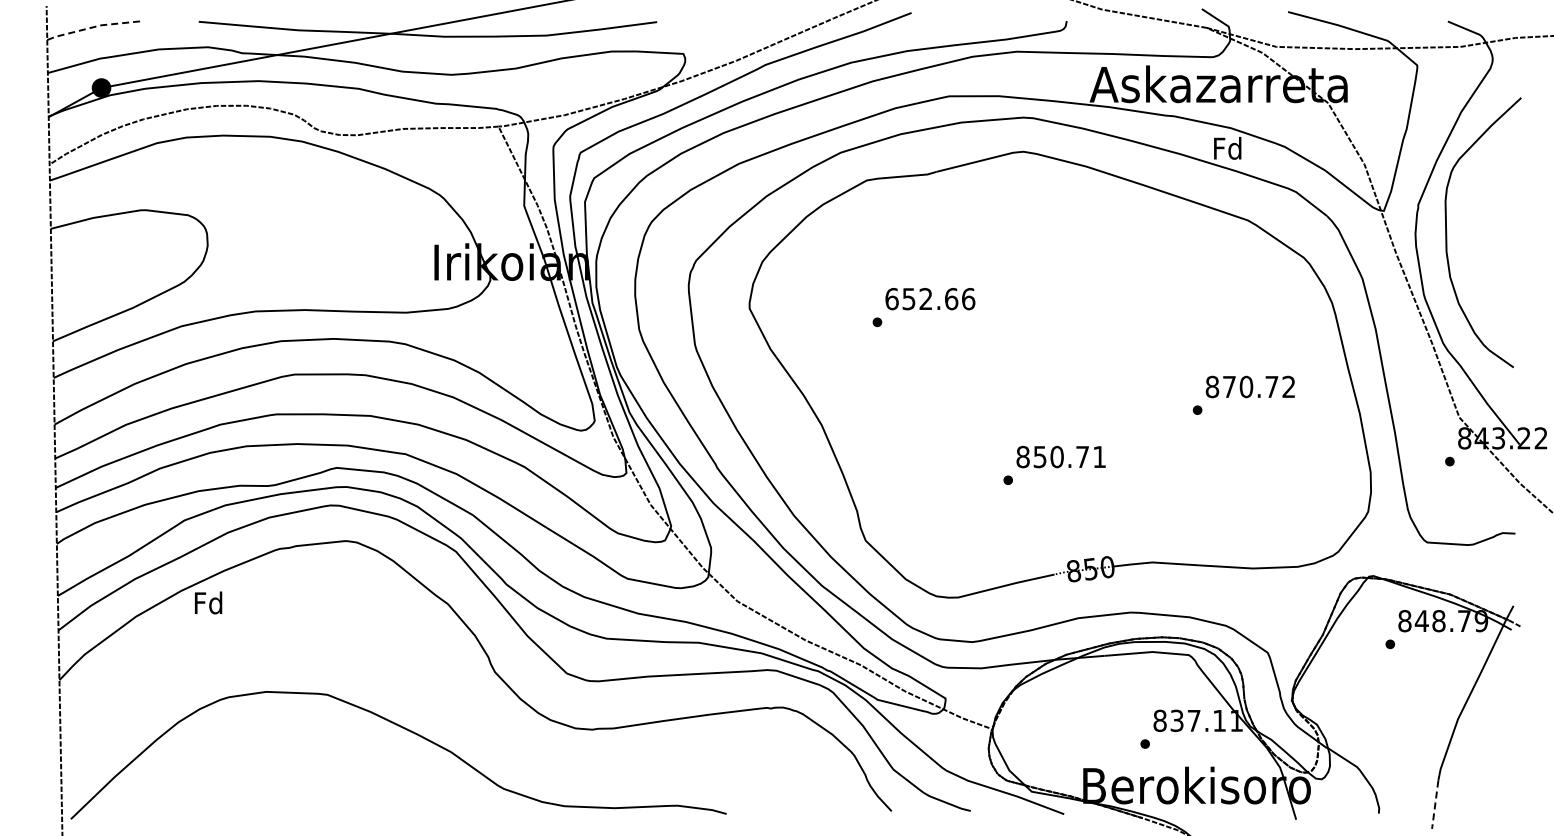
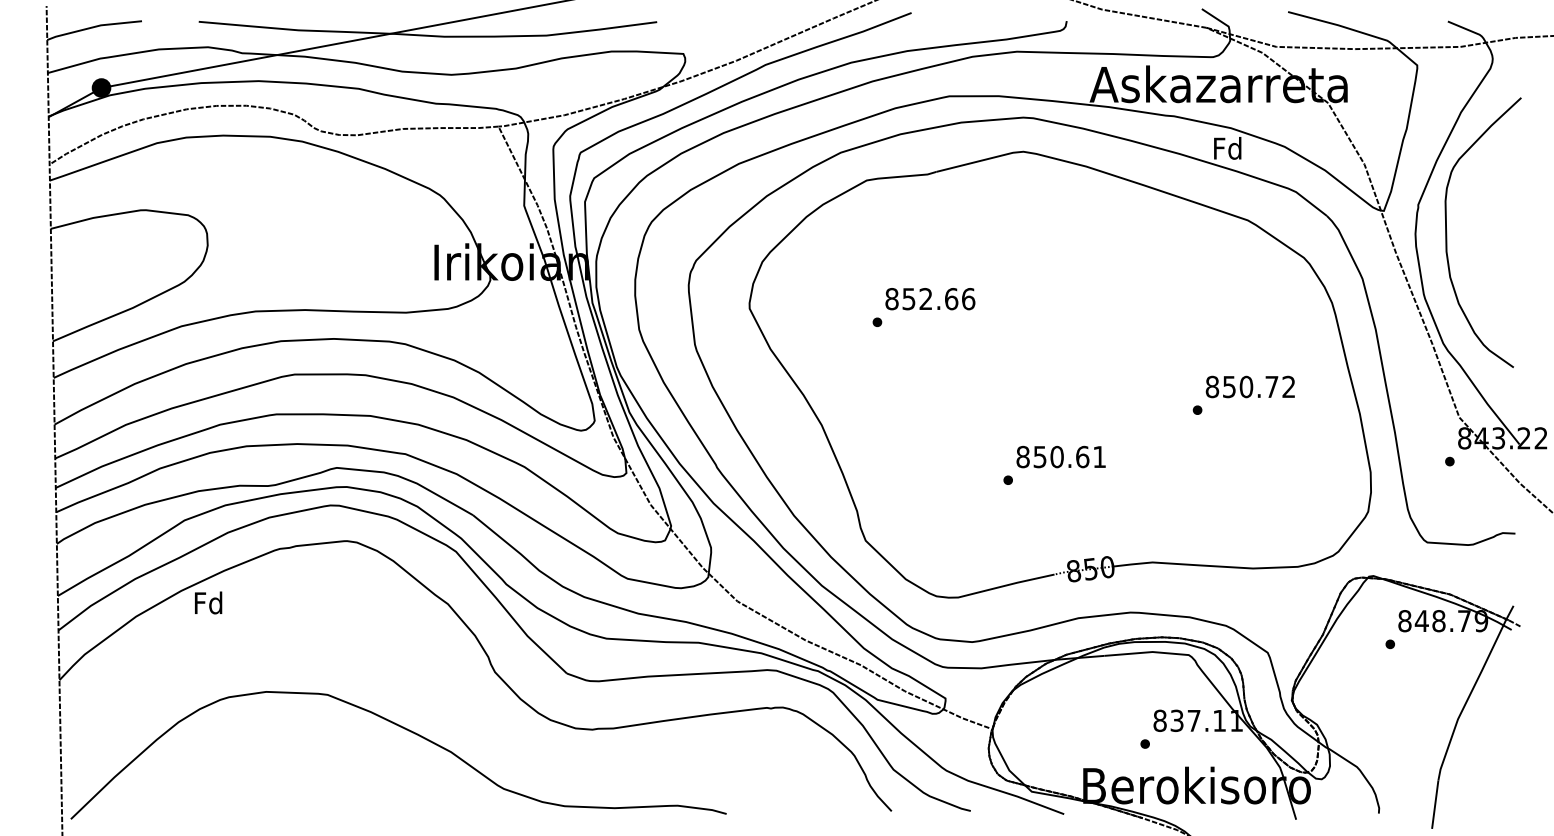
line at (94, 27): dashed -> solid
text at (891, 299): 652.66 -> 852.66
text at (1229, 387): 870.72 -> 850.72
text at (1082, 456): 850.71 -> 850.61
line at (1435, 805): dashed -> solid
